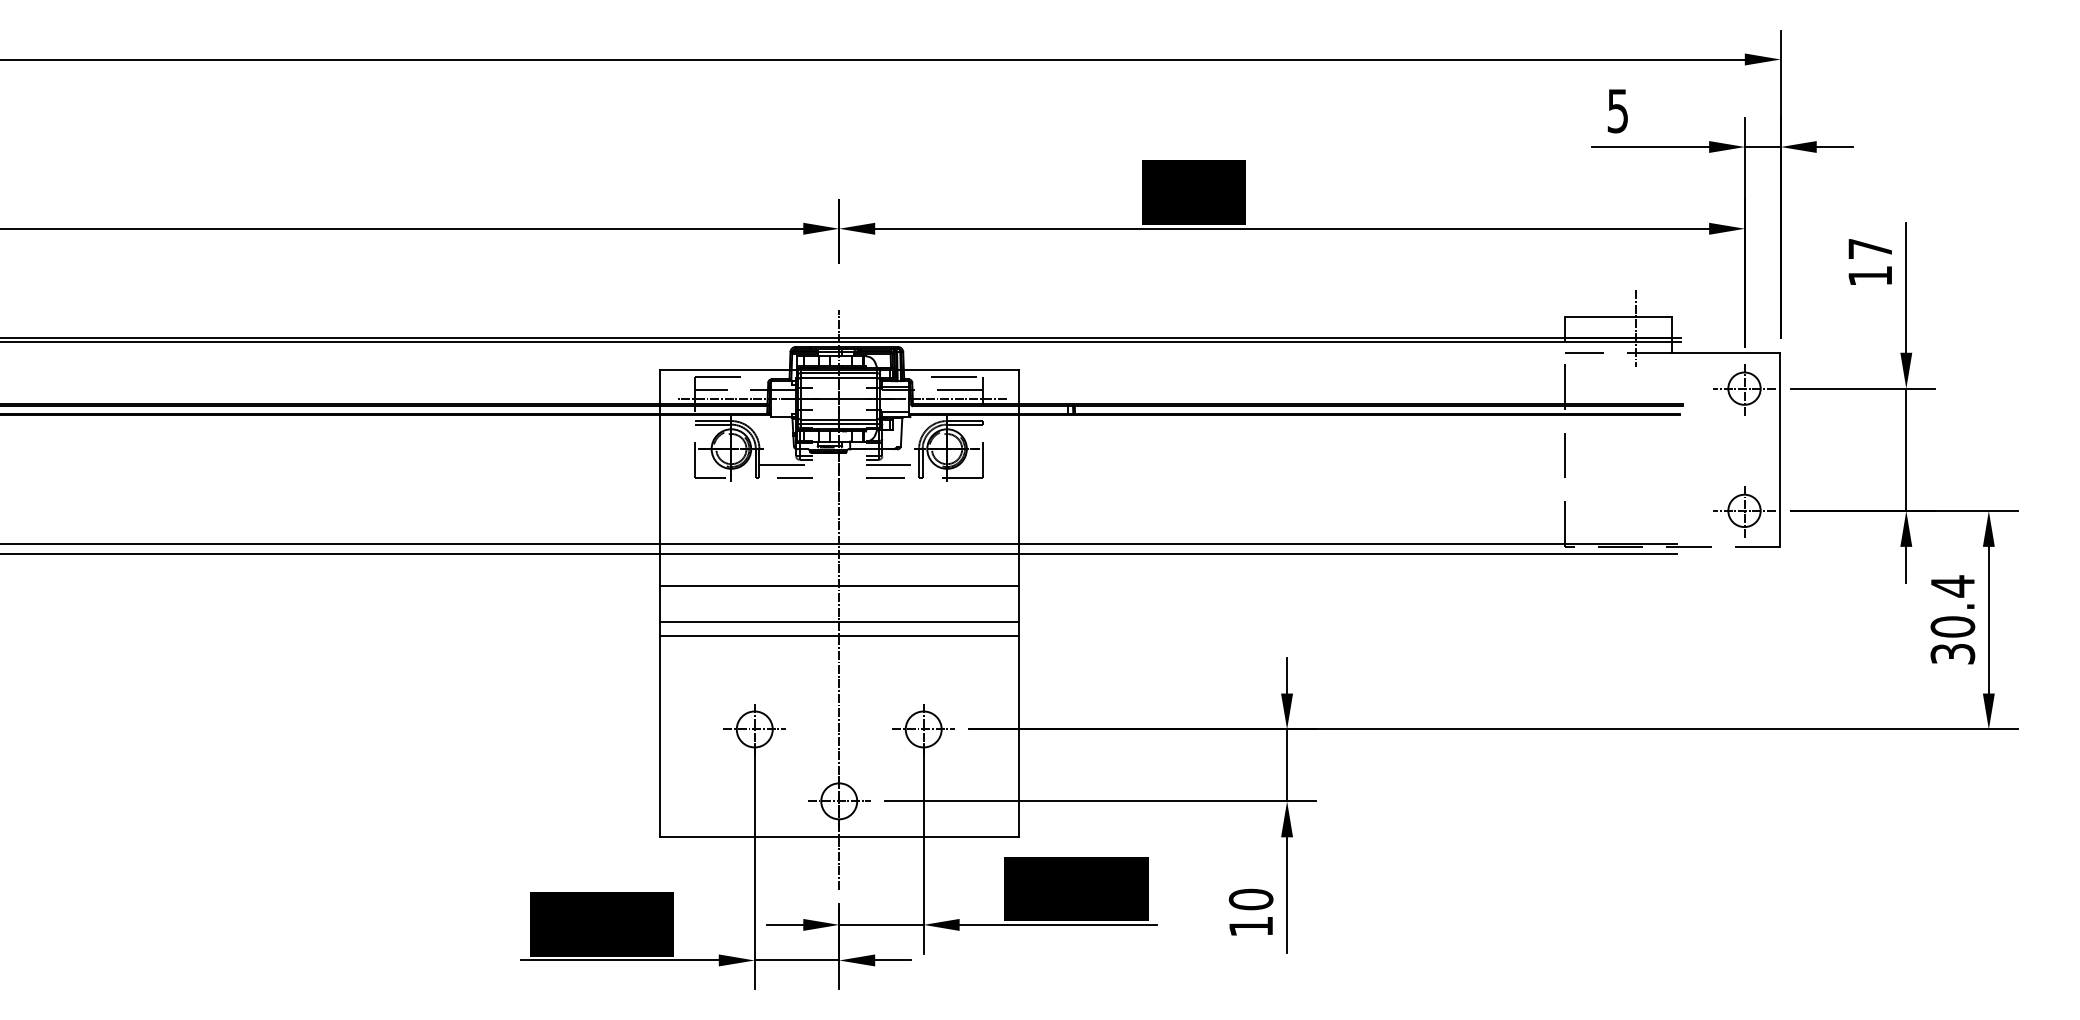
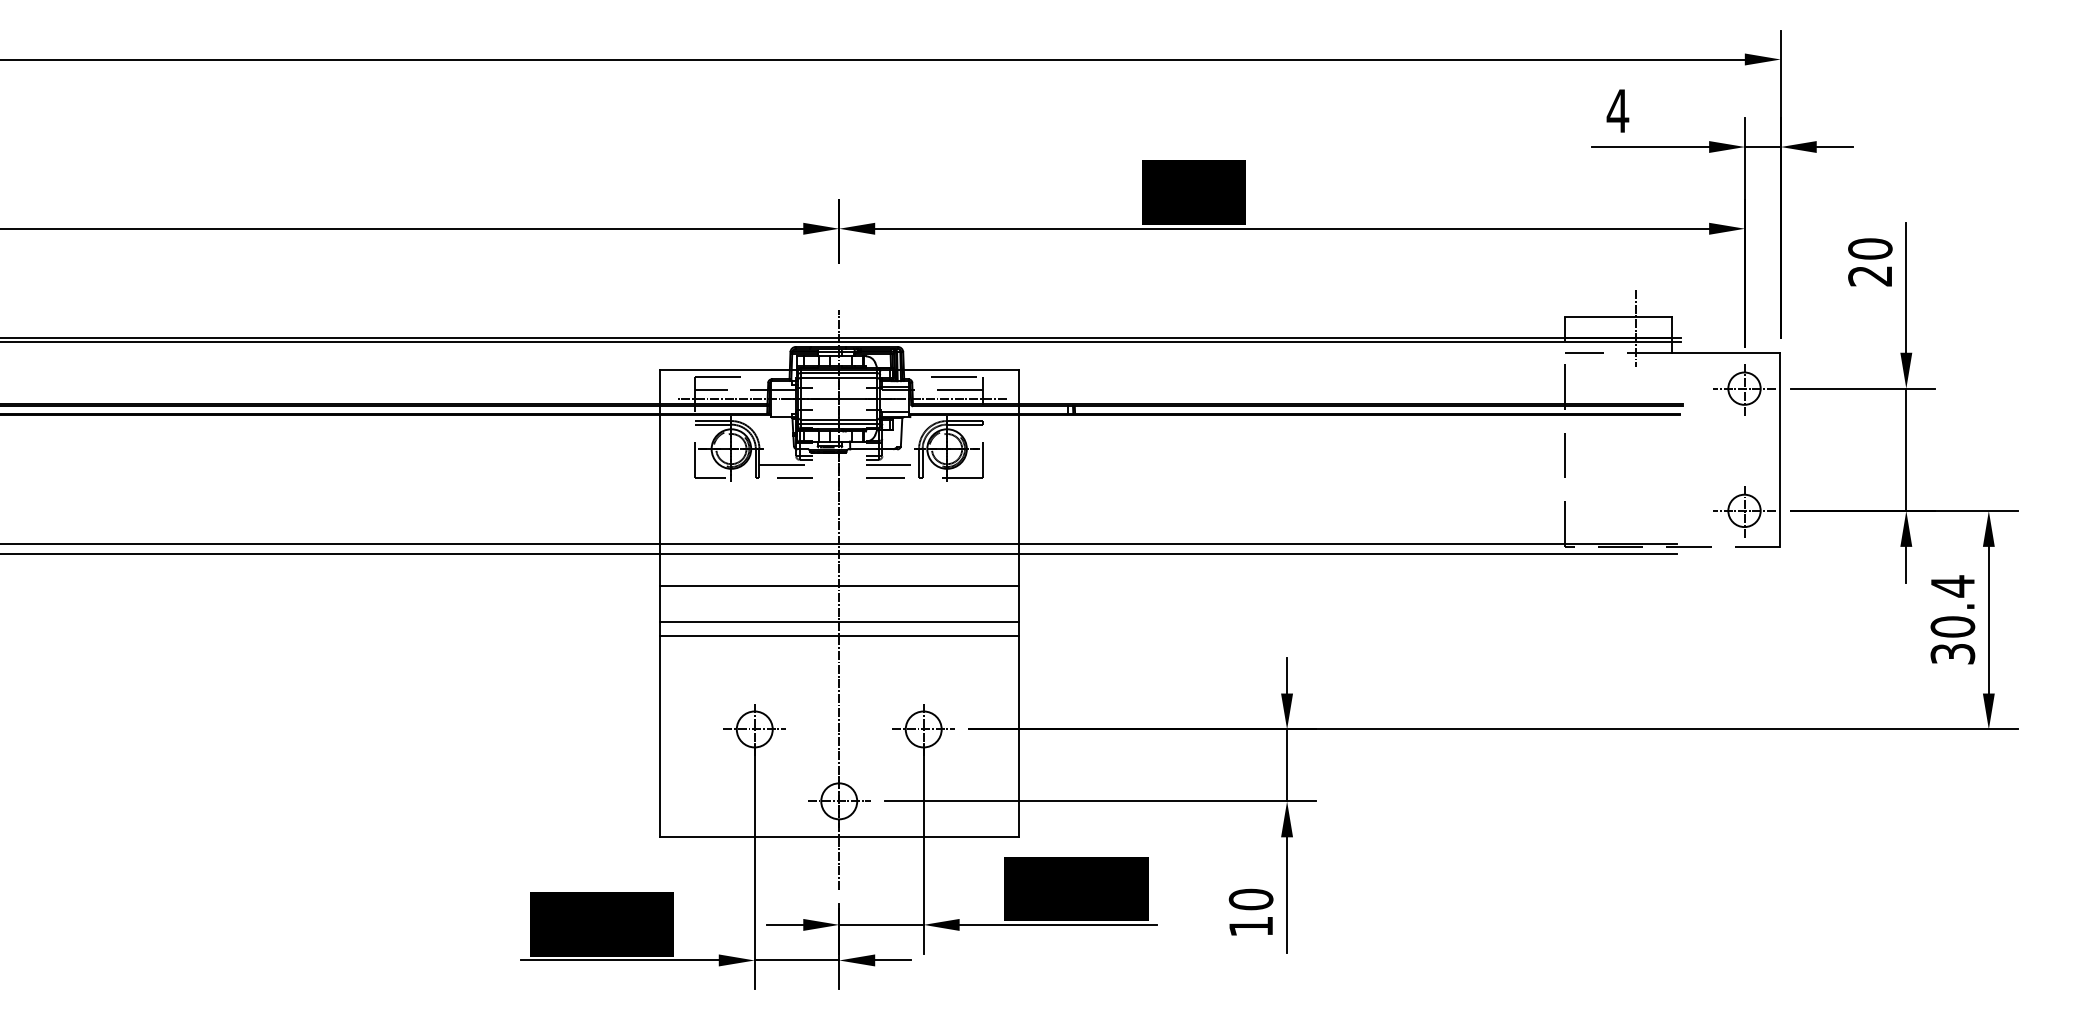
text at (1617, 111): 5 -> 4
text at (1870, 262): 17 -> 20
